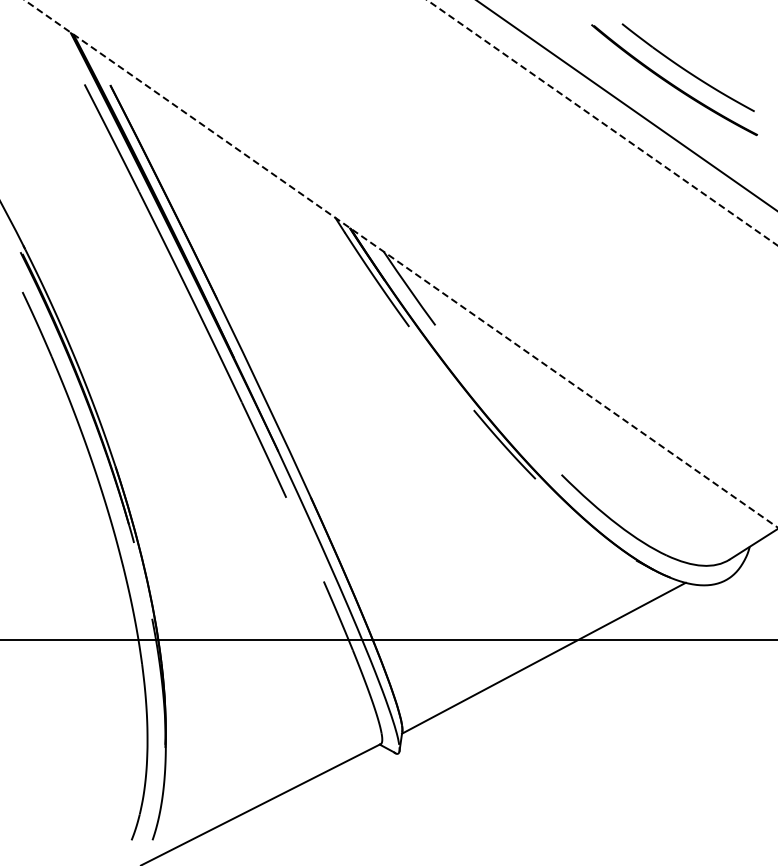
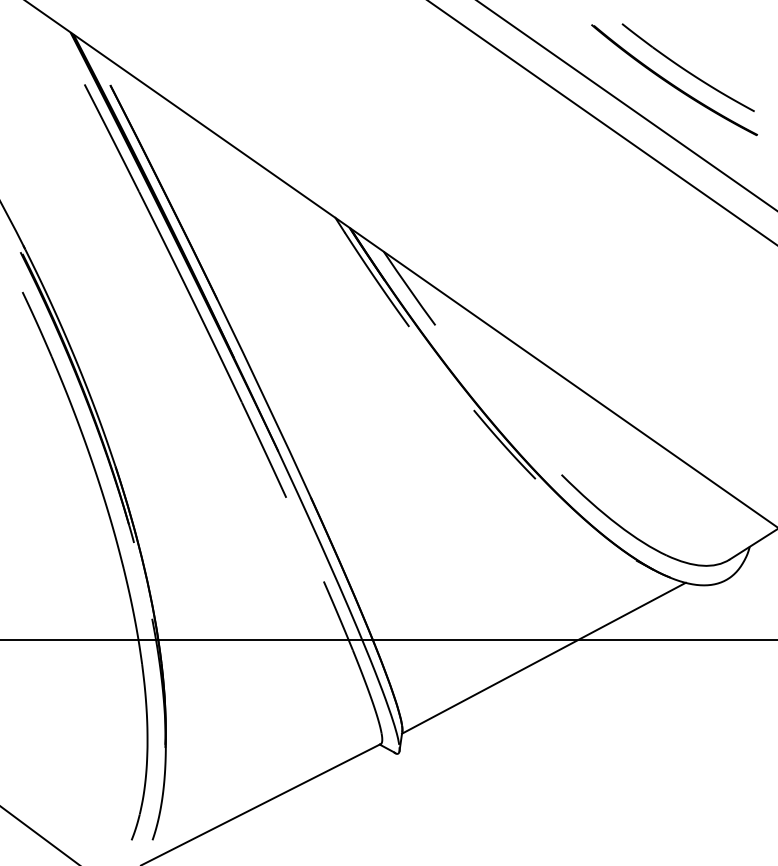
line at (602, 122): dashed -> solid
line at (401, 263): dashed -> solid
line at (39, 834): none -> present
